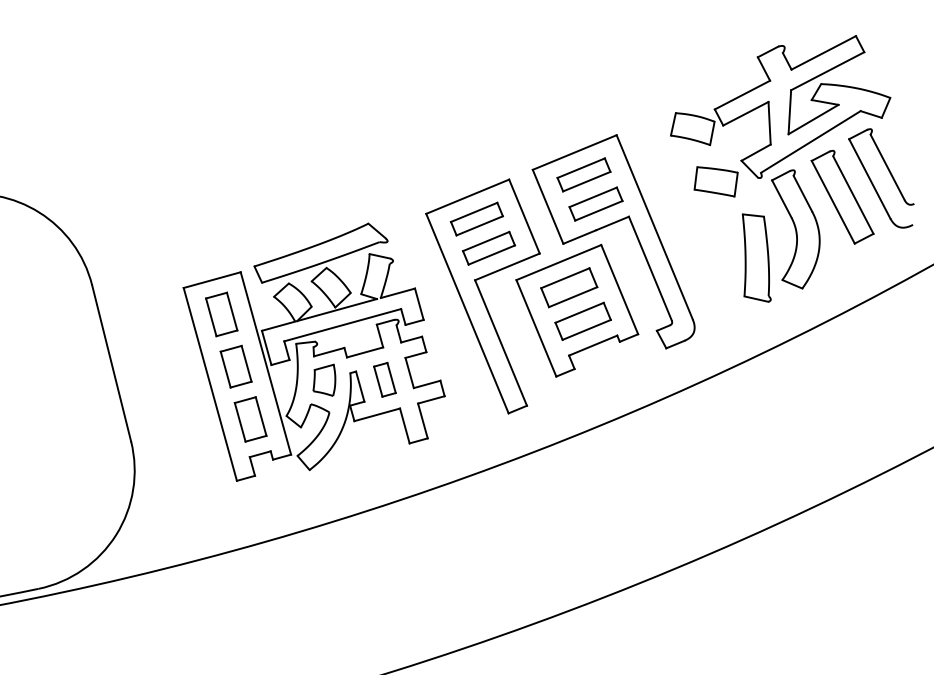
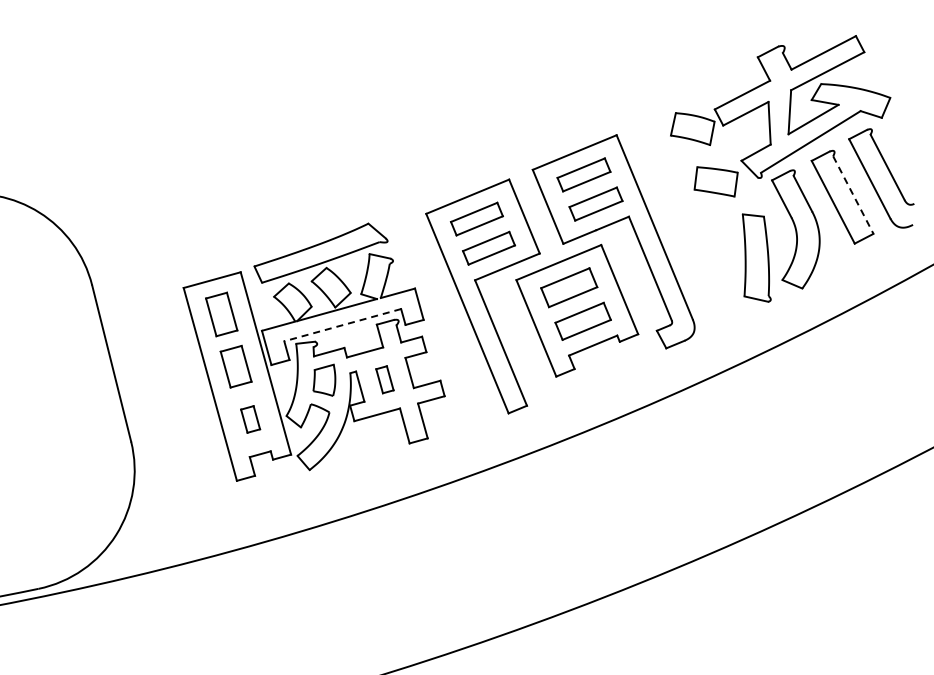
line at (853, 195): solid -> dashed
line at (342, 325): solid -> dashed
part at (384, 379) size: 24x37 px -> 20x30 px
part at (250, 419) size: 35x47 px -> 22x29 px
